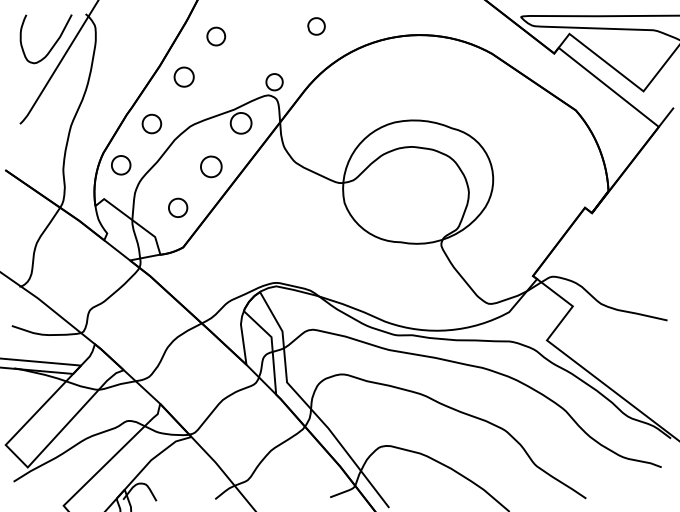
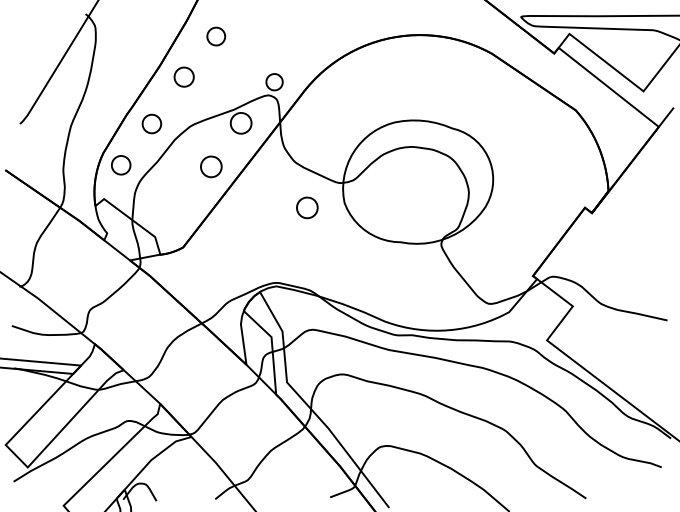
part at (316, 26): present -> none
curve at (52, 45): present -> none
part at (178, 207): present -> none
part at (307, 207): none -> present
